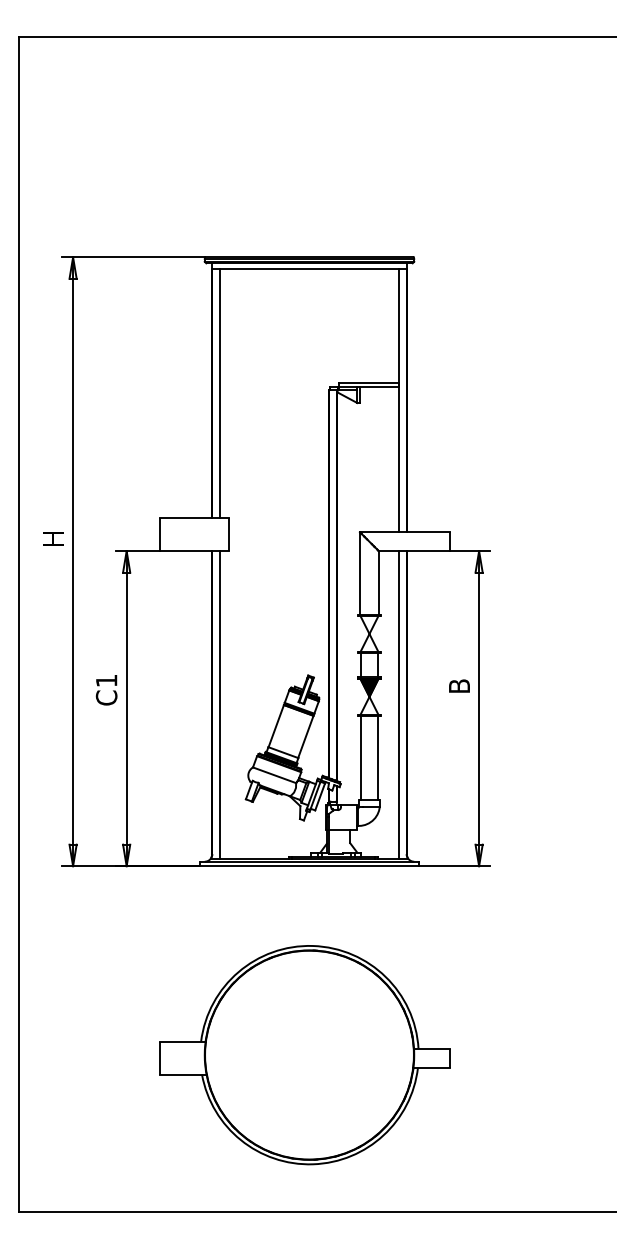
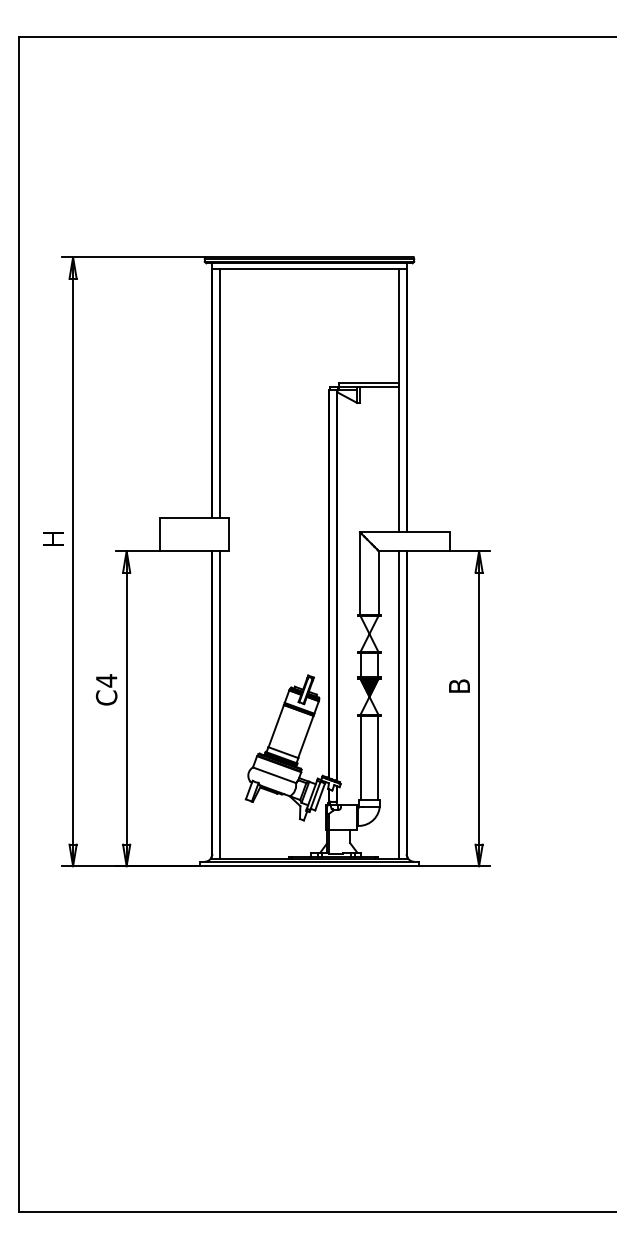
text at (106, 680): C1 -> C4
part at (304, 1055): present -> none
